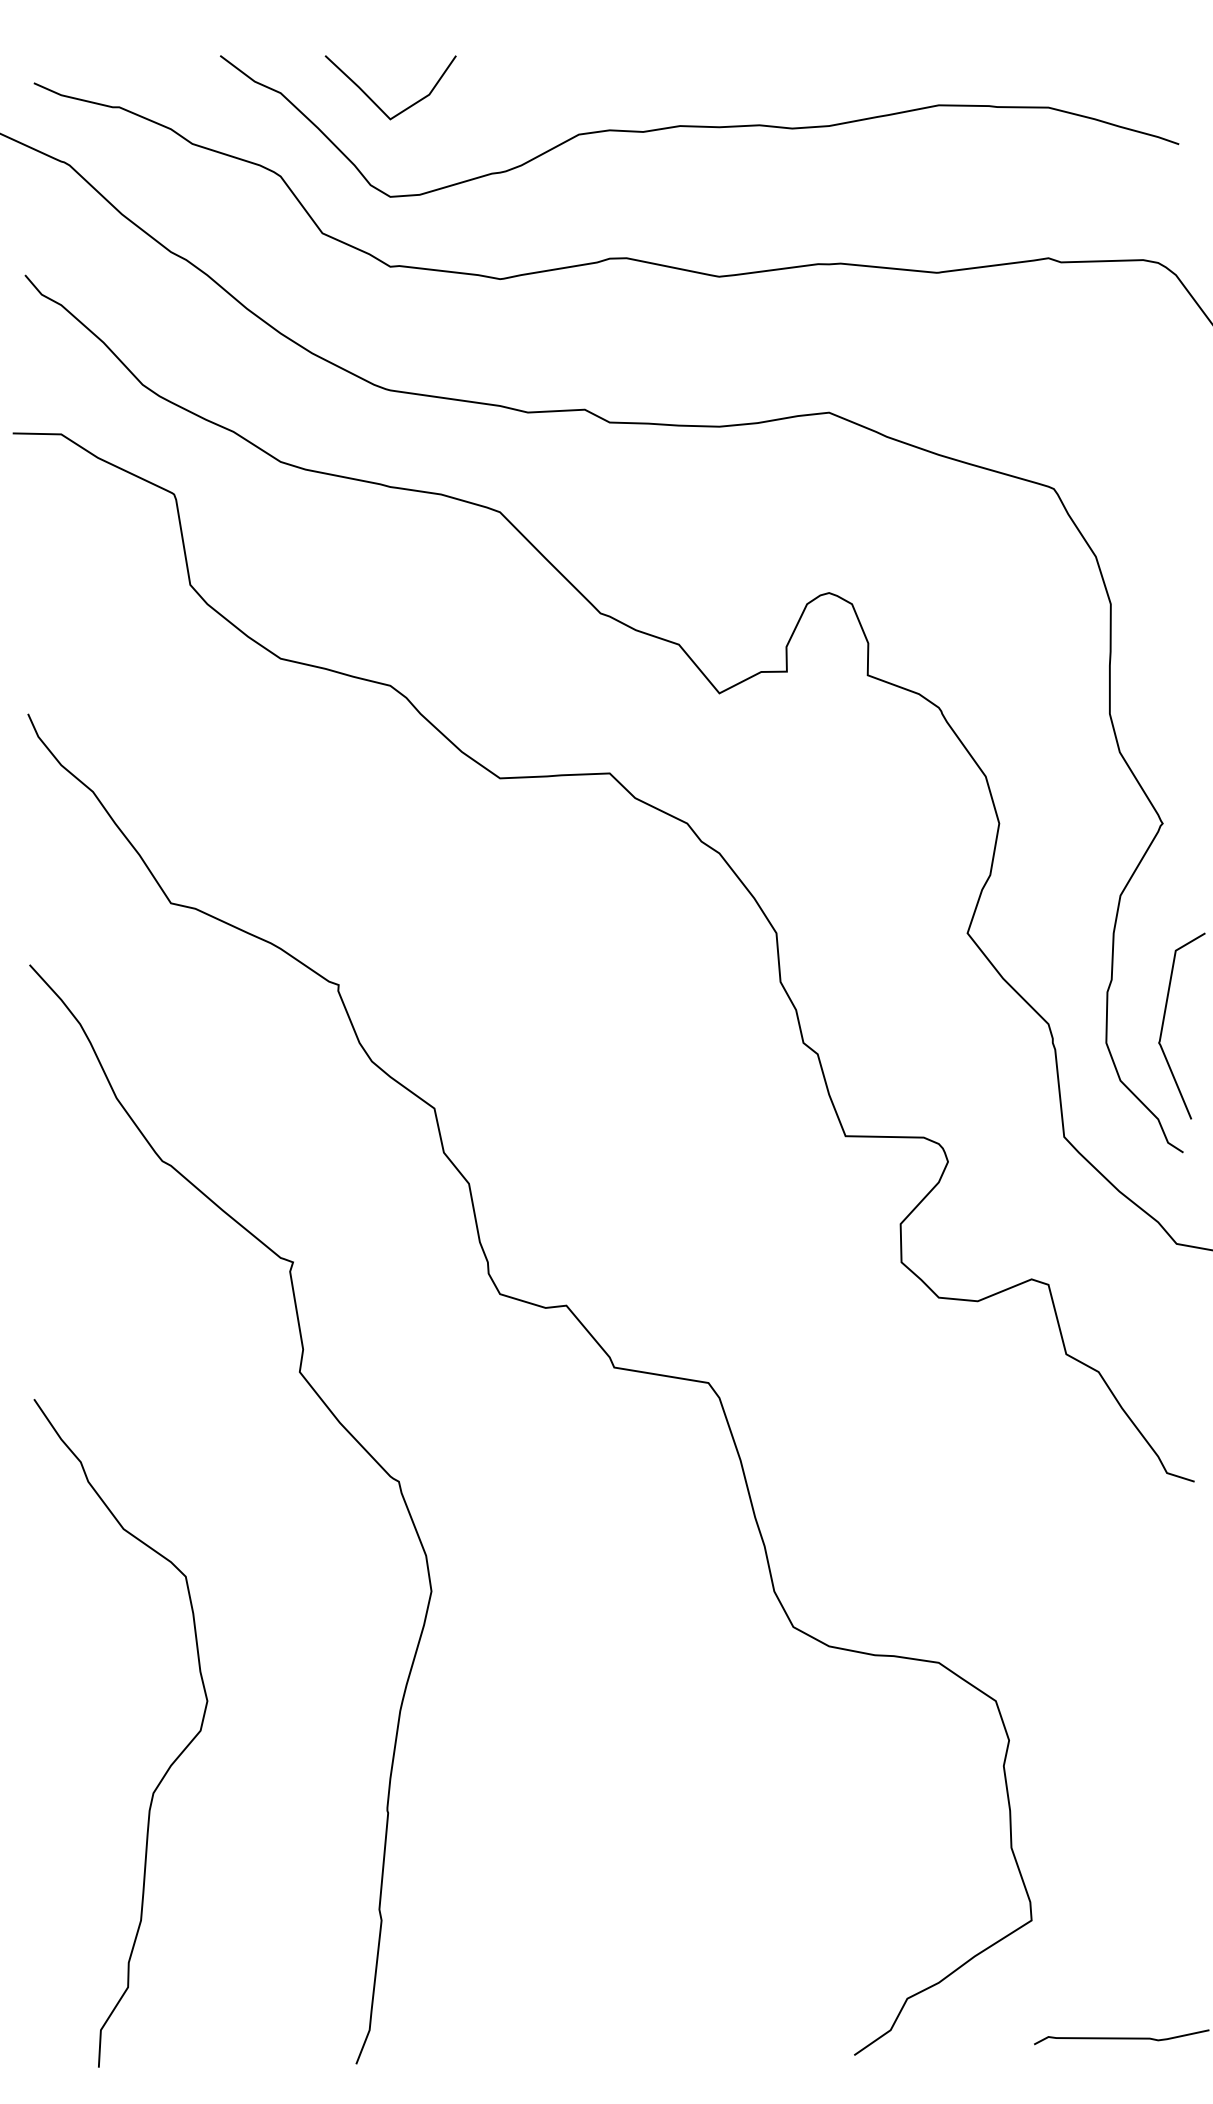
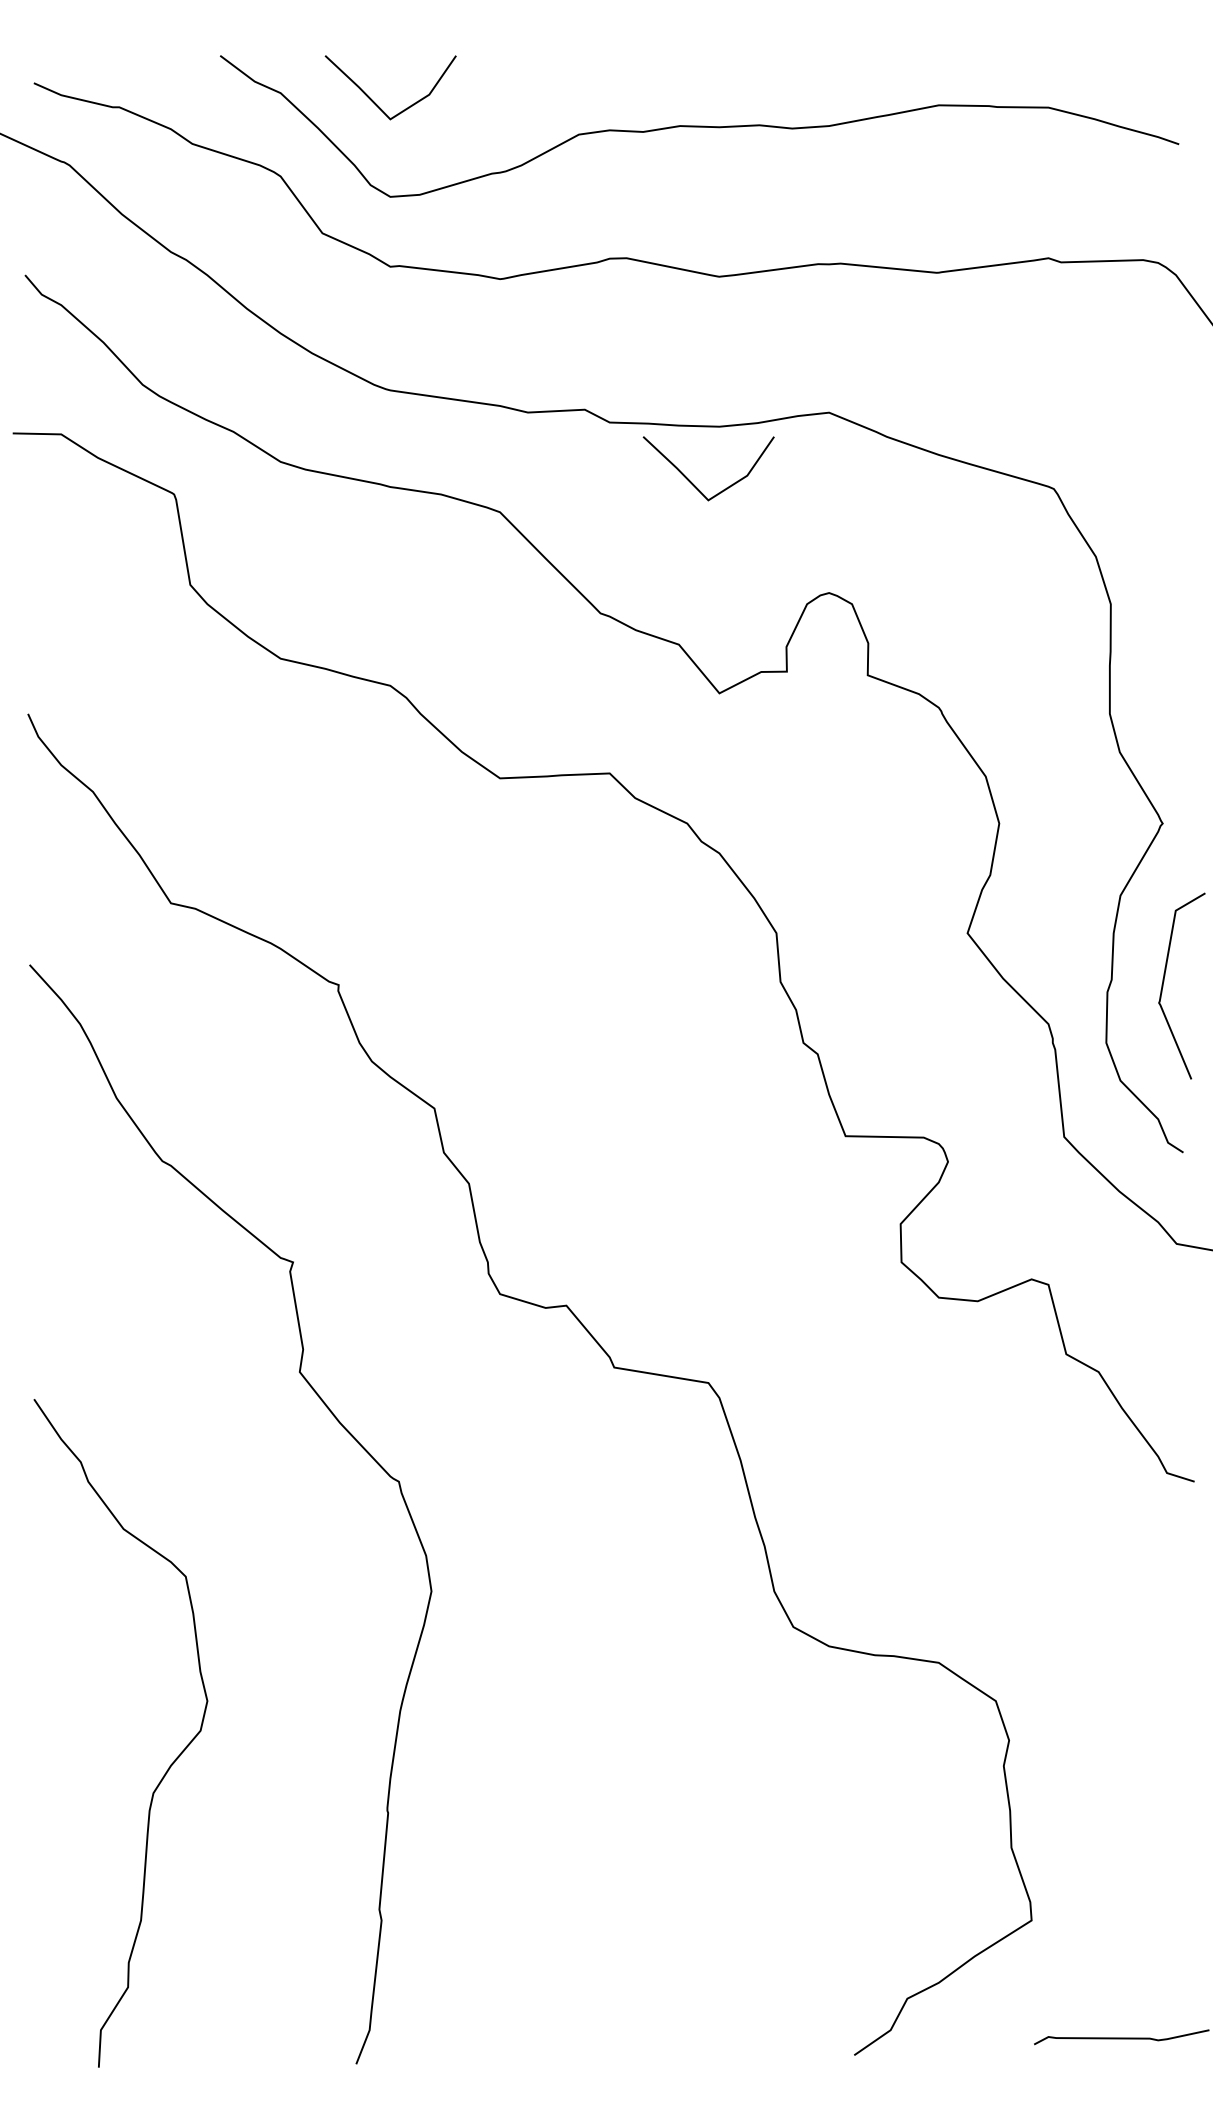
line at (693, 483): none -> present
curve at (1164, 1021) position: (1164, 1021) -> (1164, 981)
